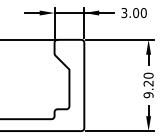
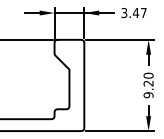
text at (139, 13): 3.00 -> 3.47
